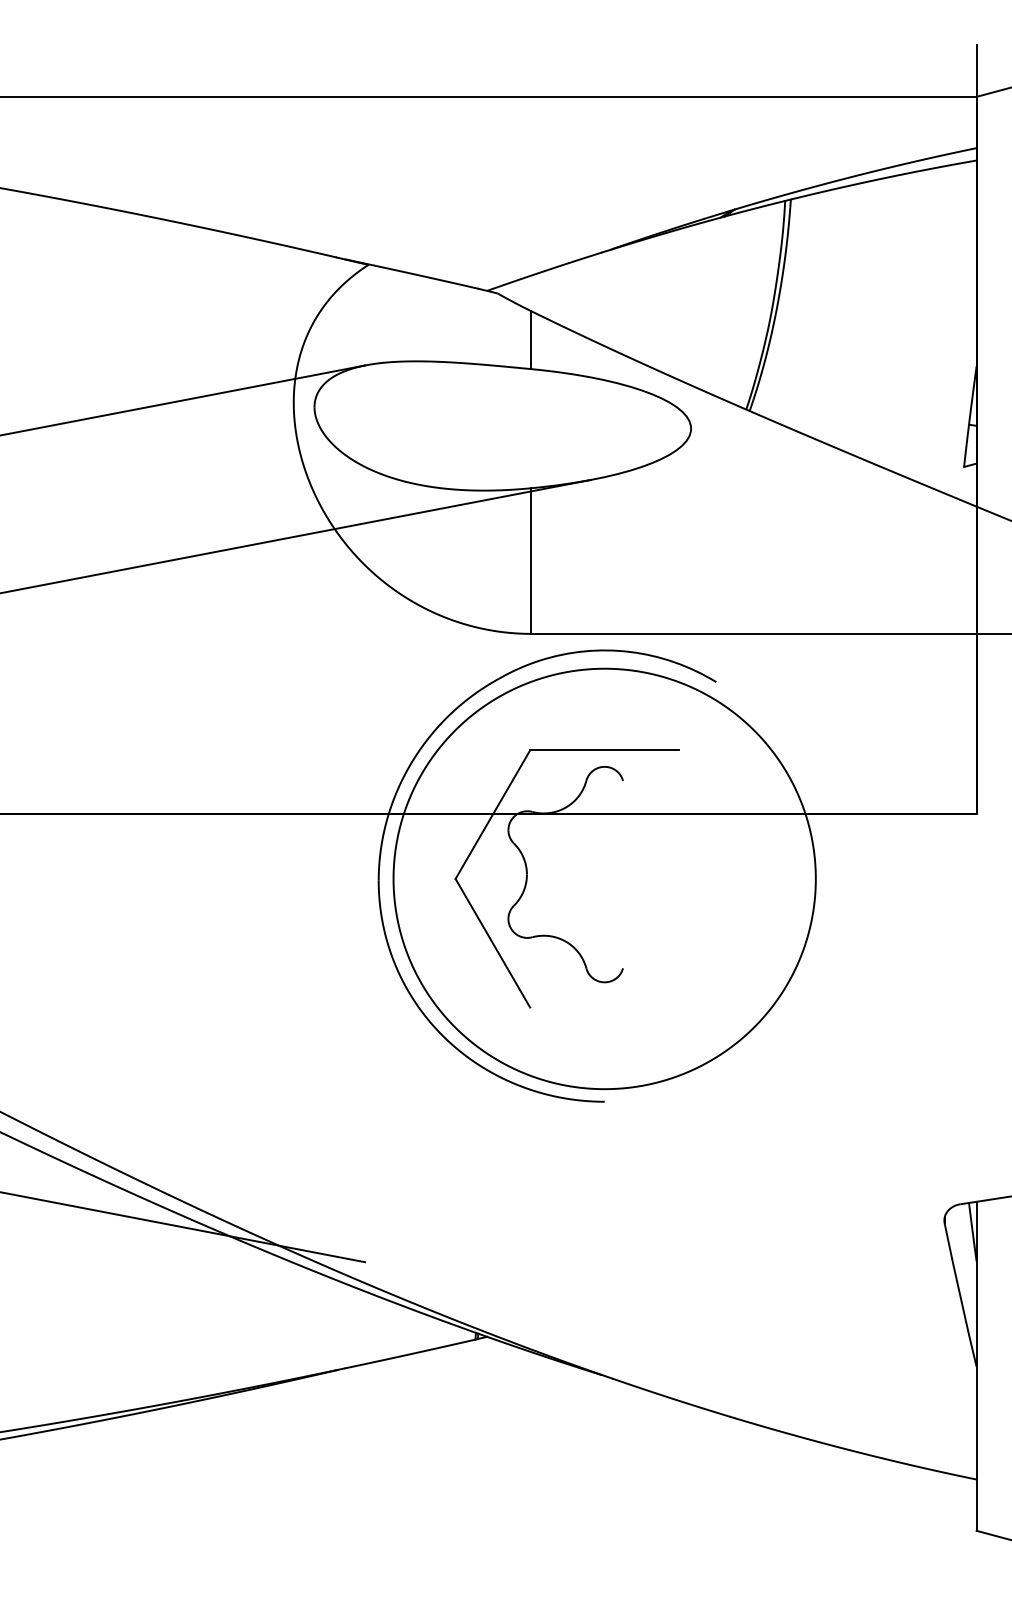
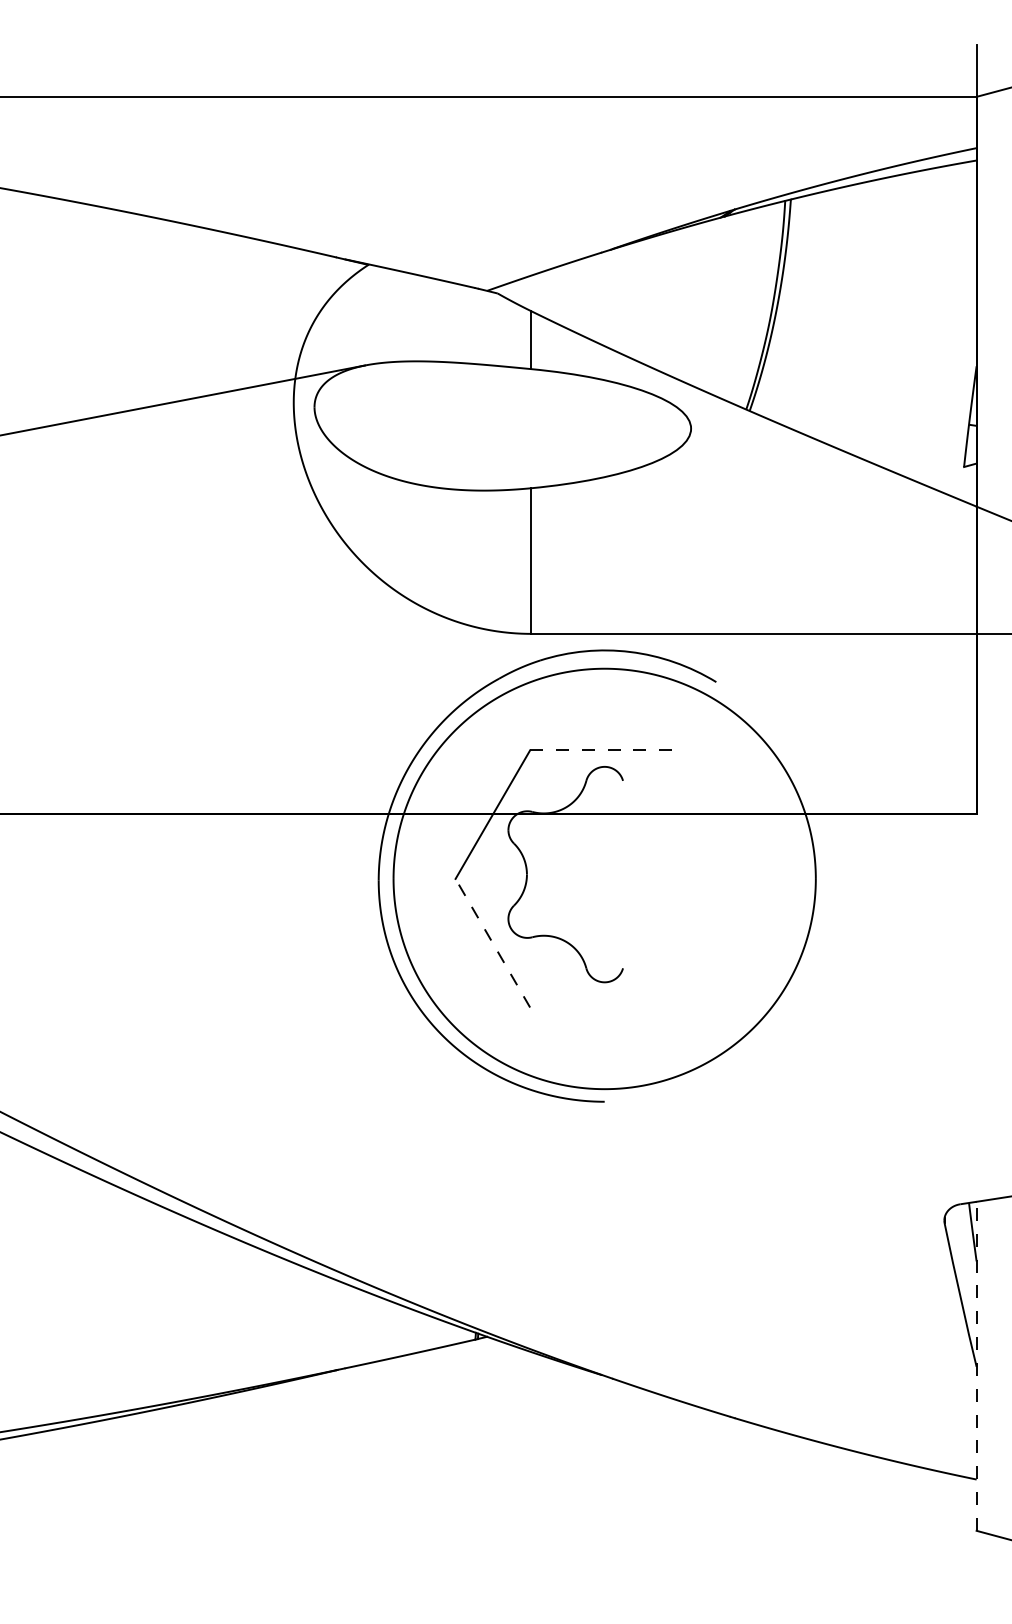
line at (296, 535): present -> none
line at (604, 750): solid -> dashed
line at (492, 942): solid -> dashed
line at (184, 1227): present -> none
line at (976, 1366): solid -> dashed
